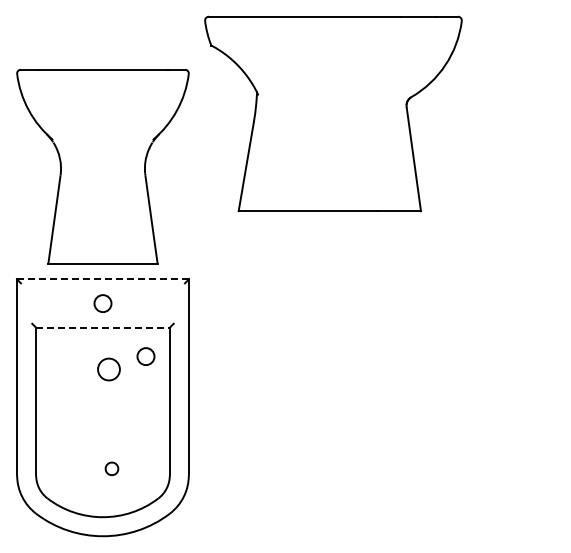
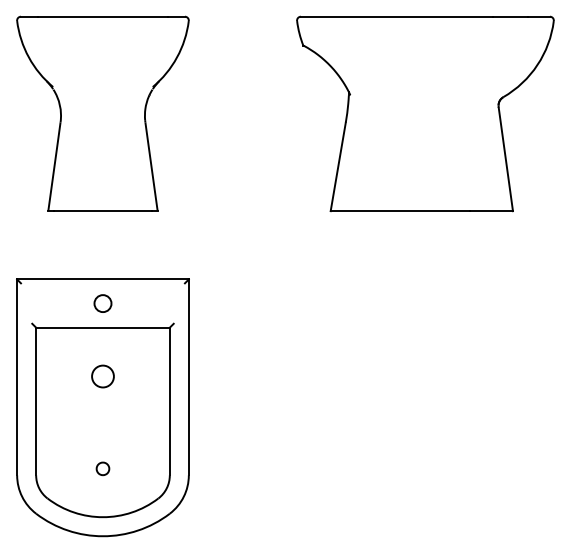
part at (333, 113) position: (333, 113) -> (425, 113)
part at (102, 166) position: (102, 166) -> (102, 113)
line at (102, 279): dashed -> solid
line at (103, 327): dashed -> solid
circle at (145, 356): present -> none
circle at (108, 369) position: (108, 369) -> (102, 376)
part at (111, 468) position: (111, 468) -> (102, 468)
